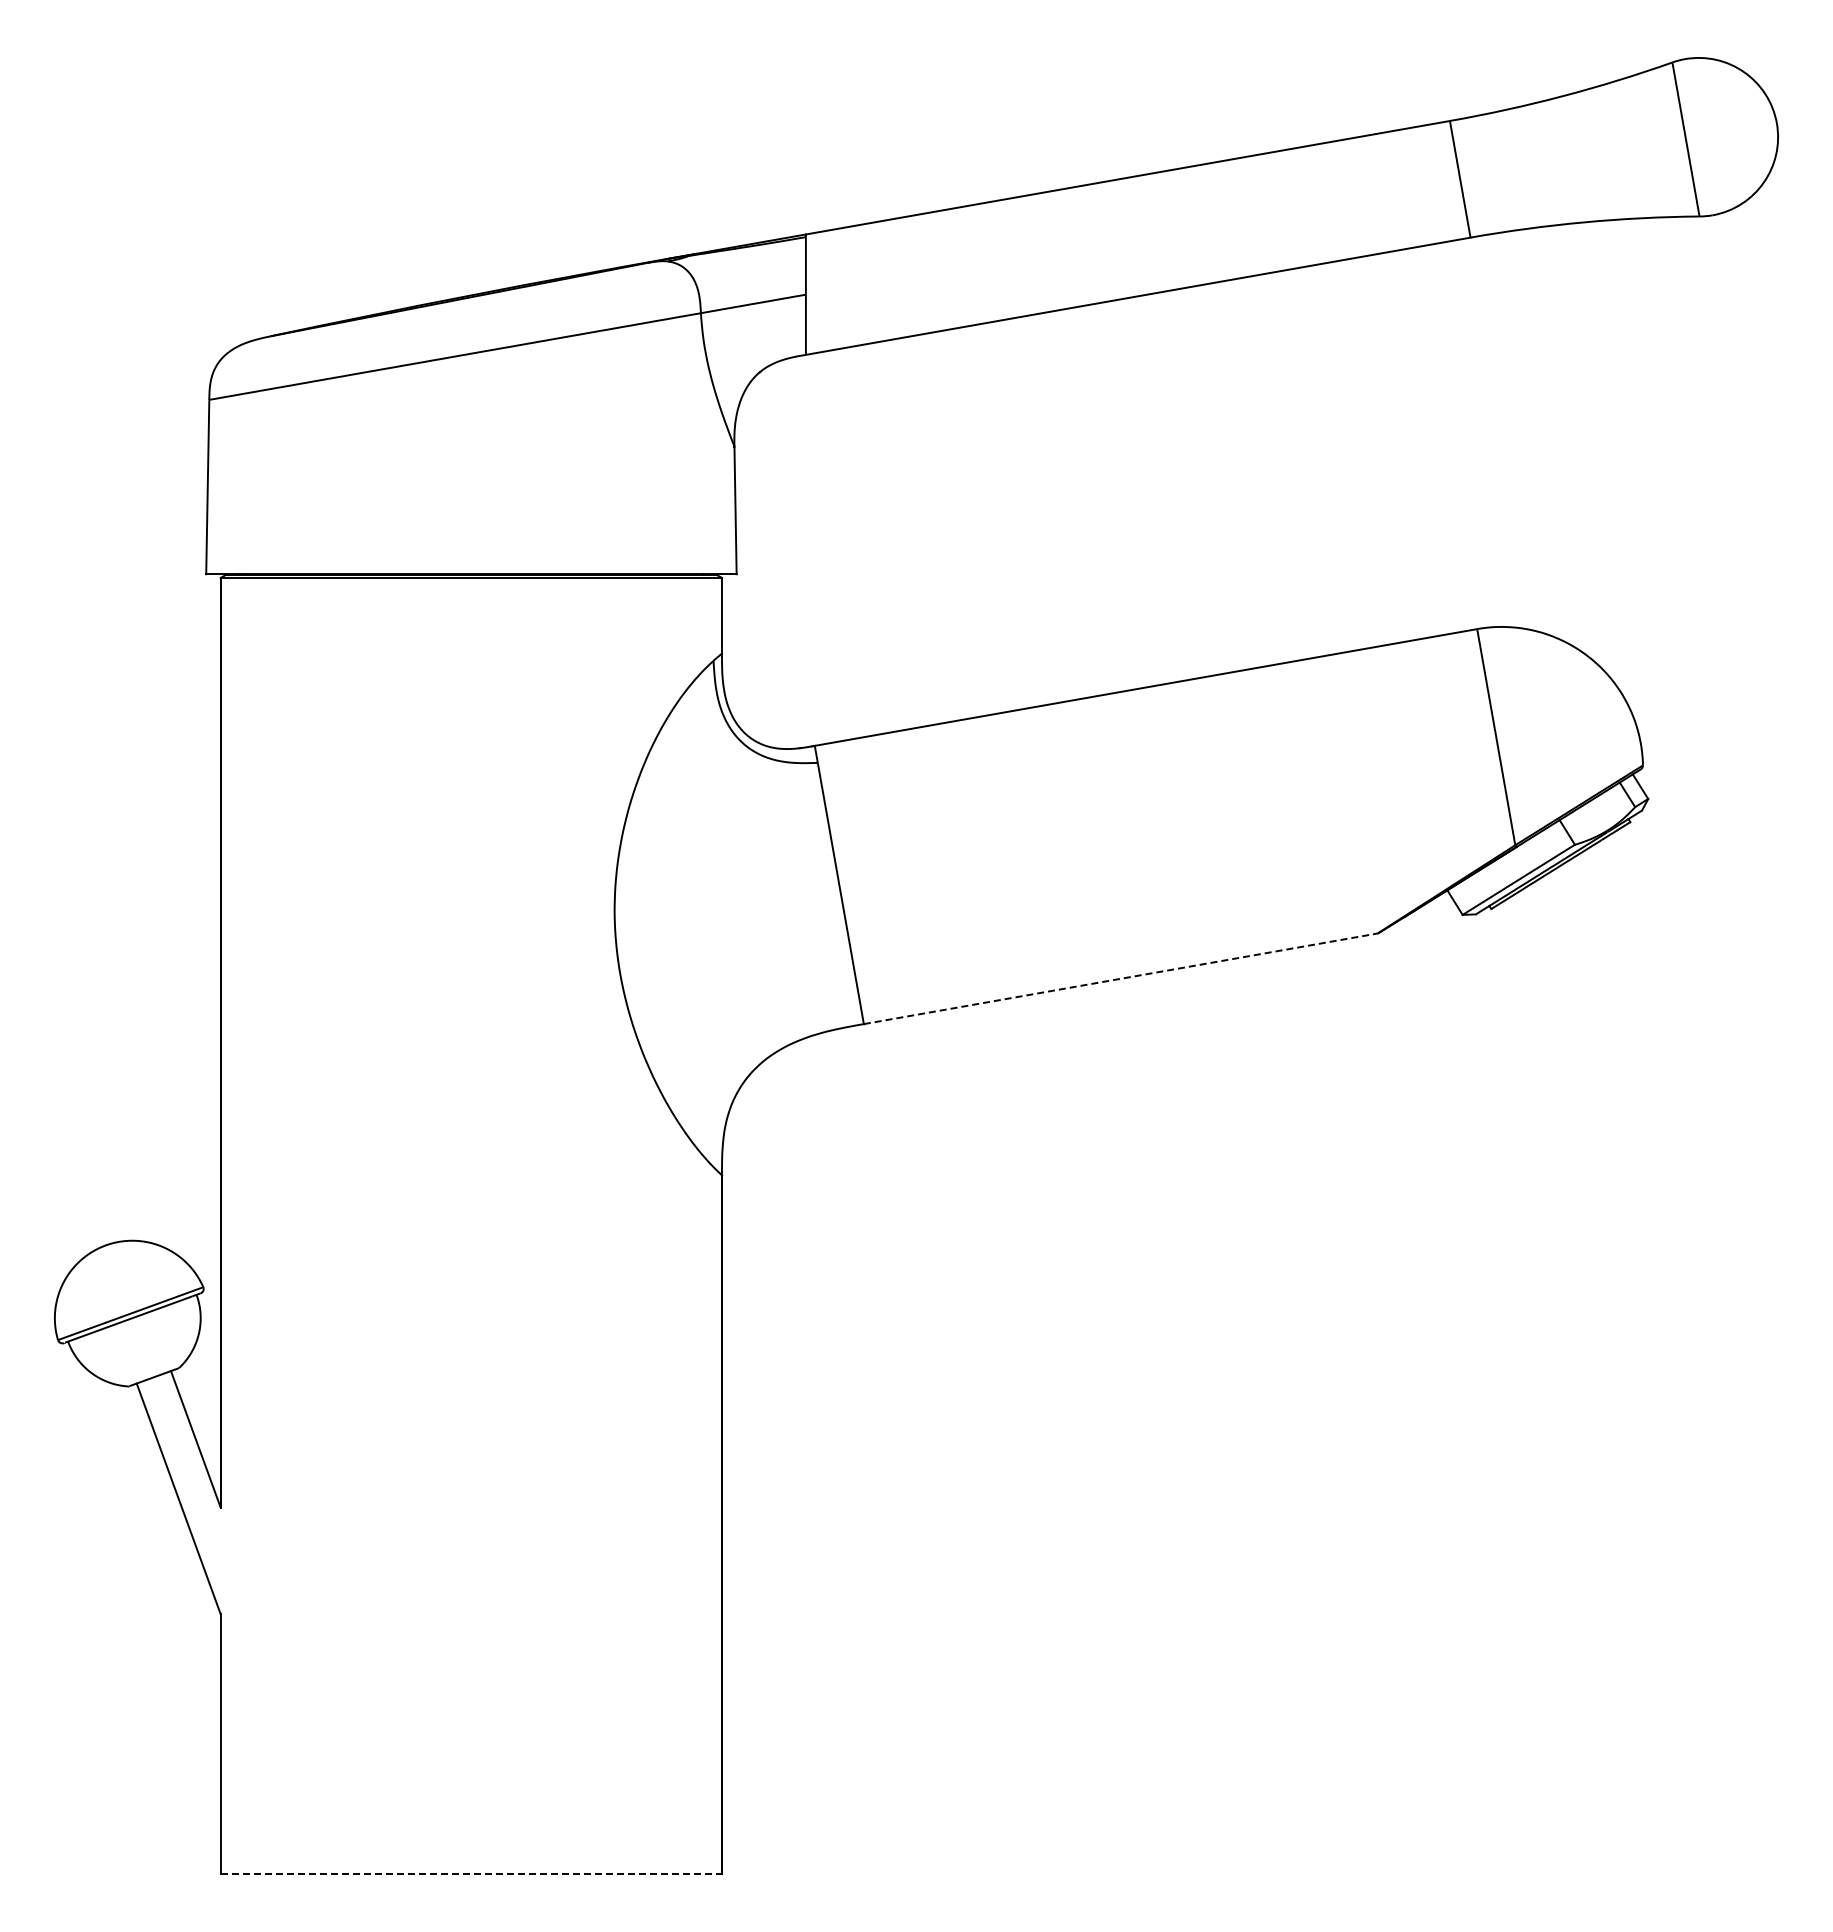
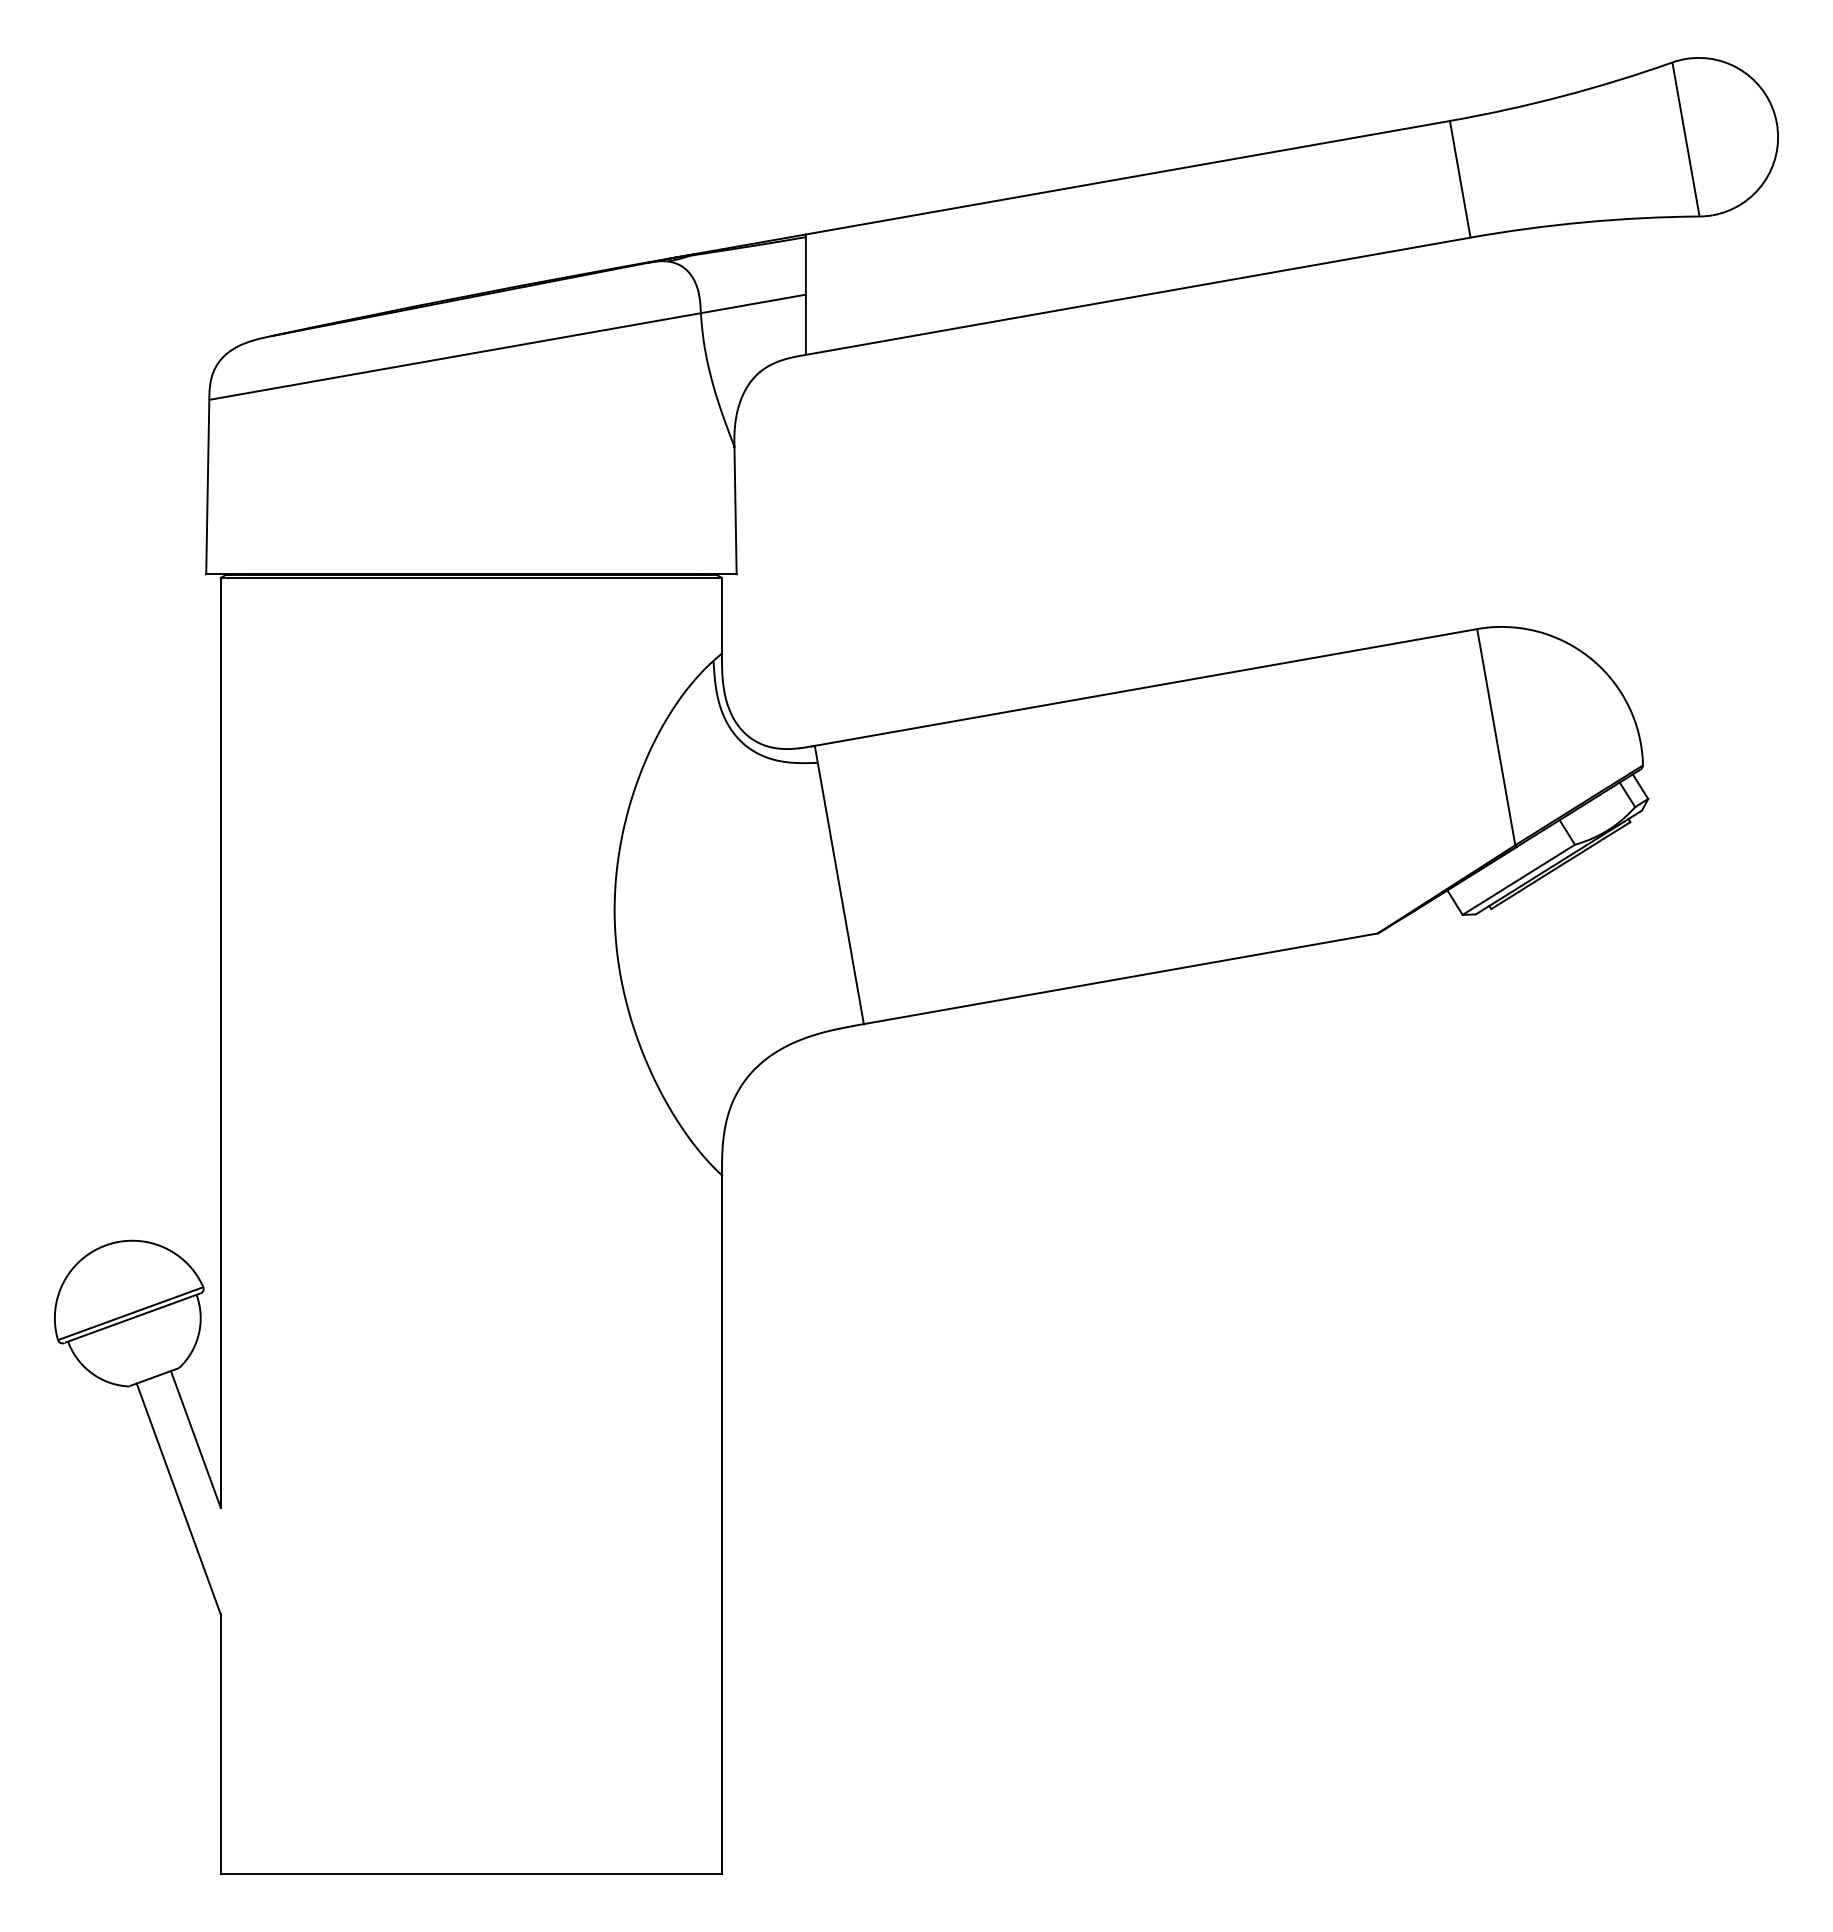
line at (1120, 978): dashed -> solid
line at (471, 1874): dashed -> solid
